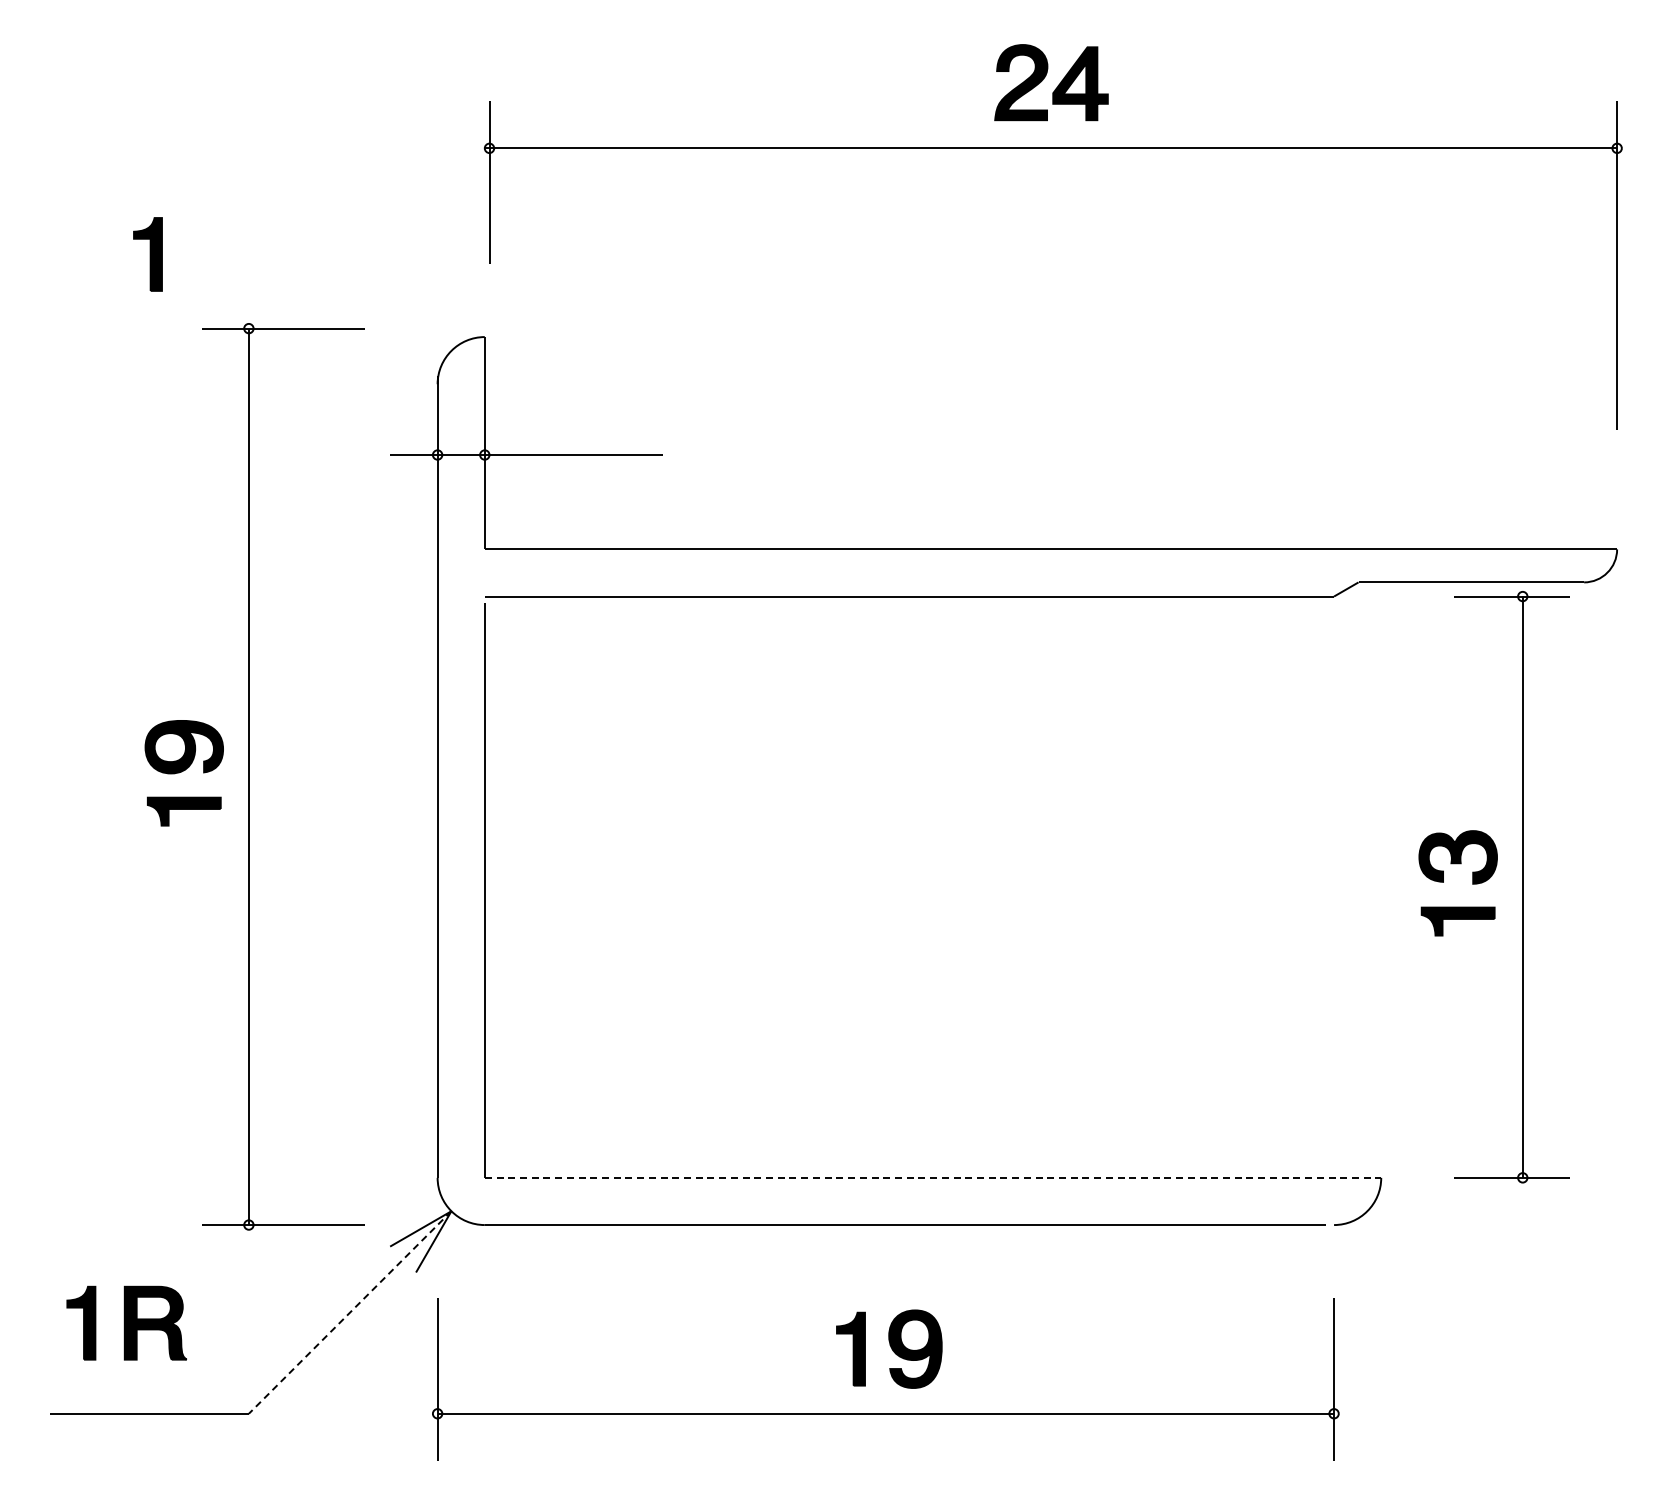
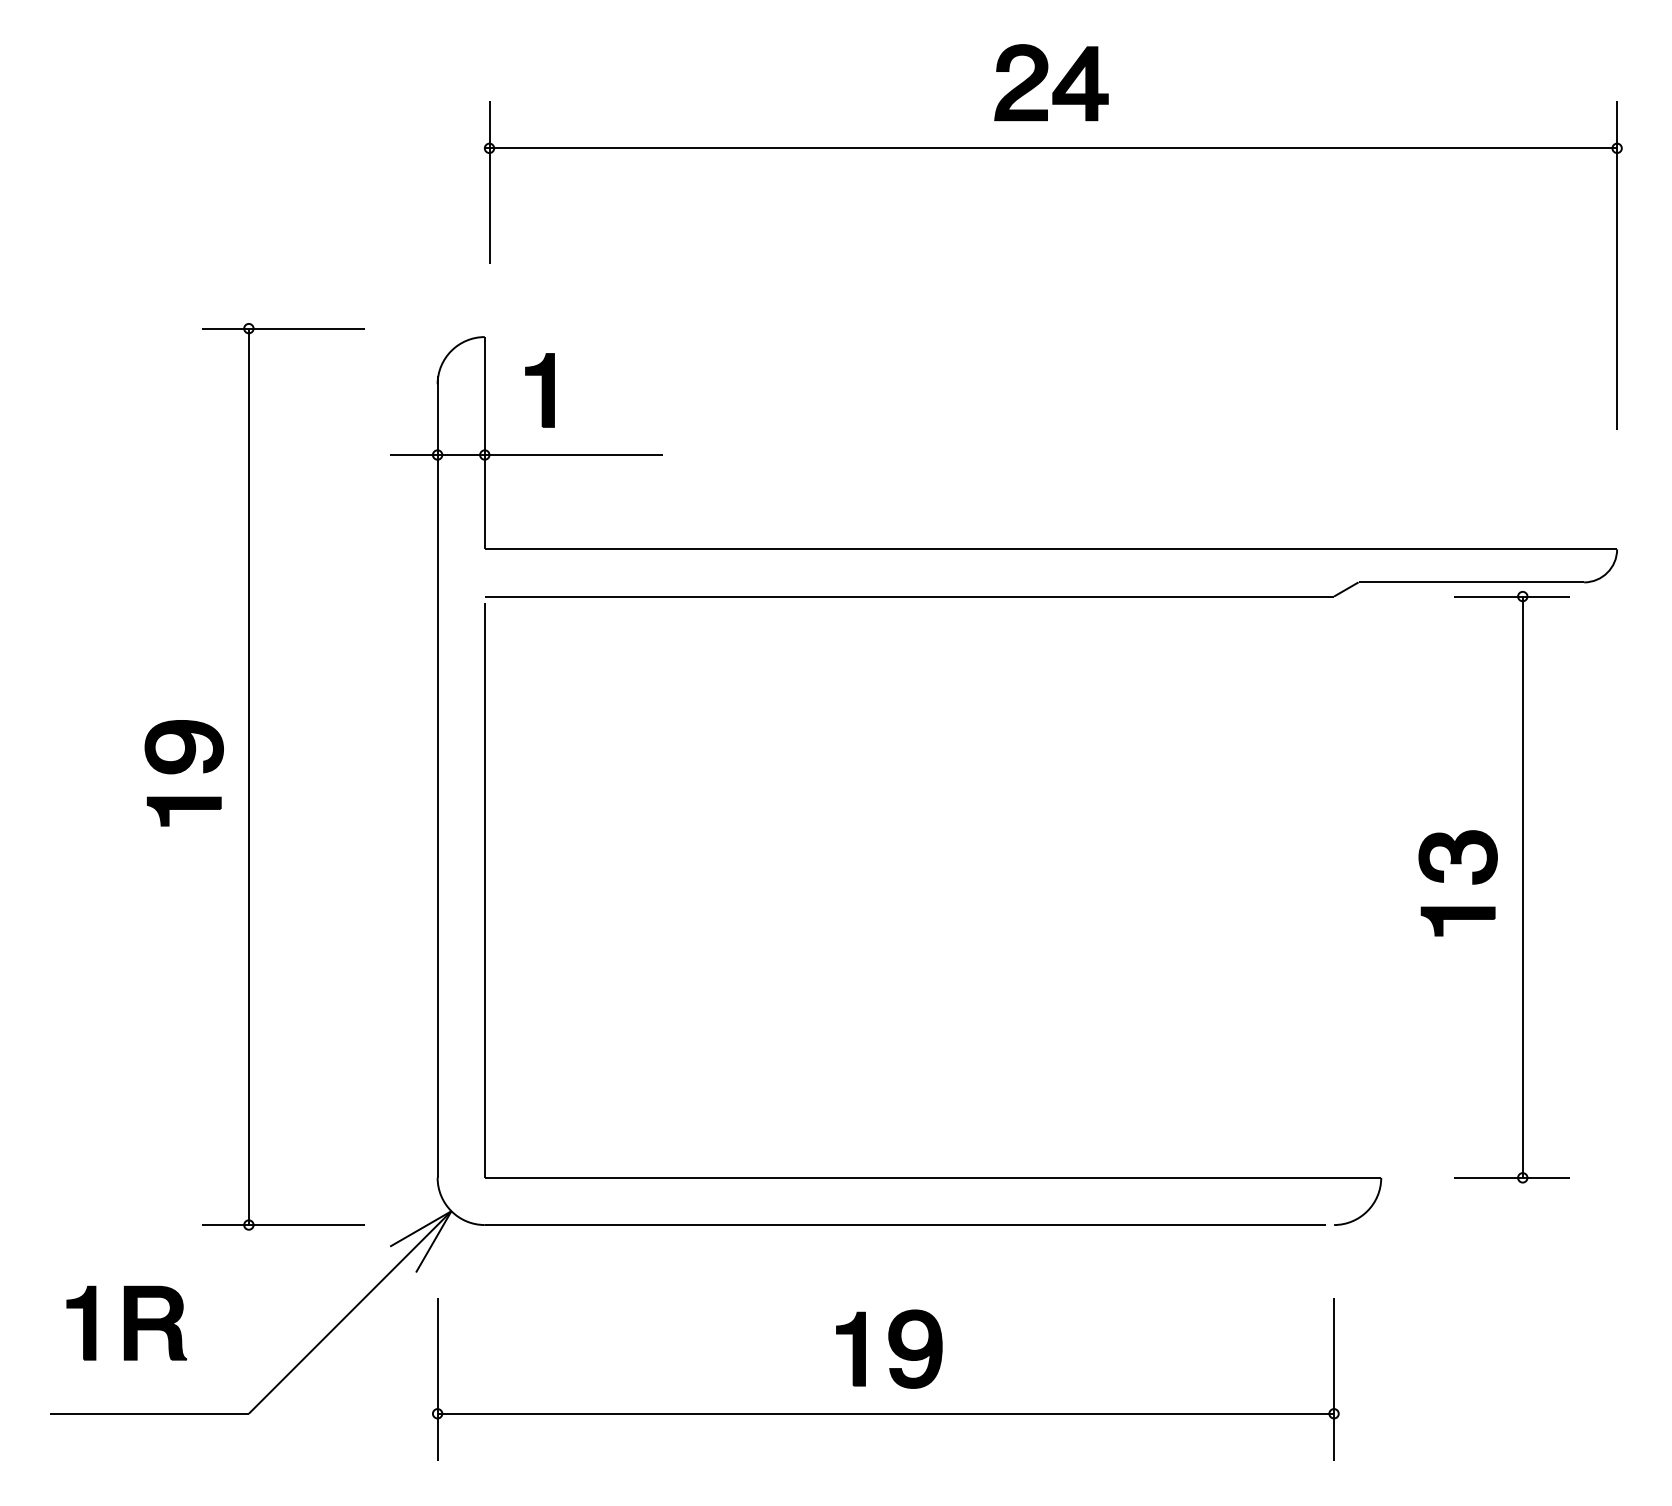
part at (147, 254) position: (147, 254) -> (539, 390)
line at (933, 1177): dashed -> solid
line at (349, 1312): dashed -> solid
